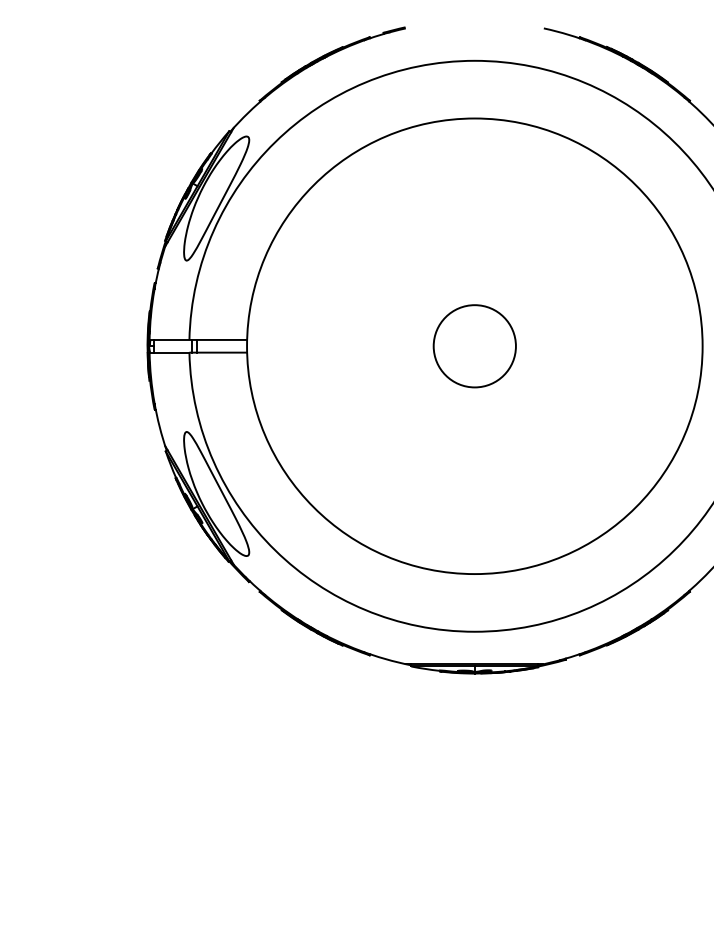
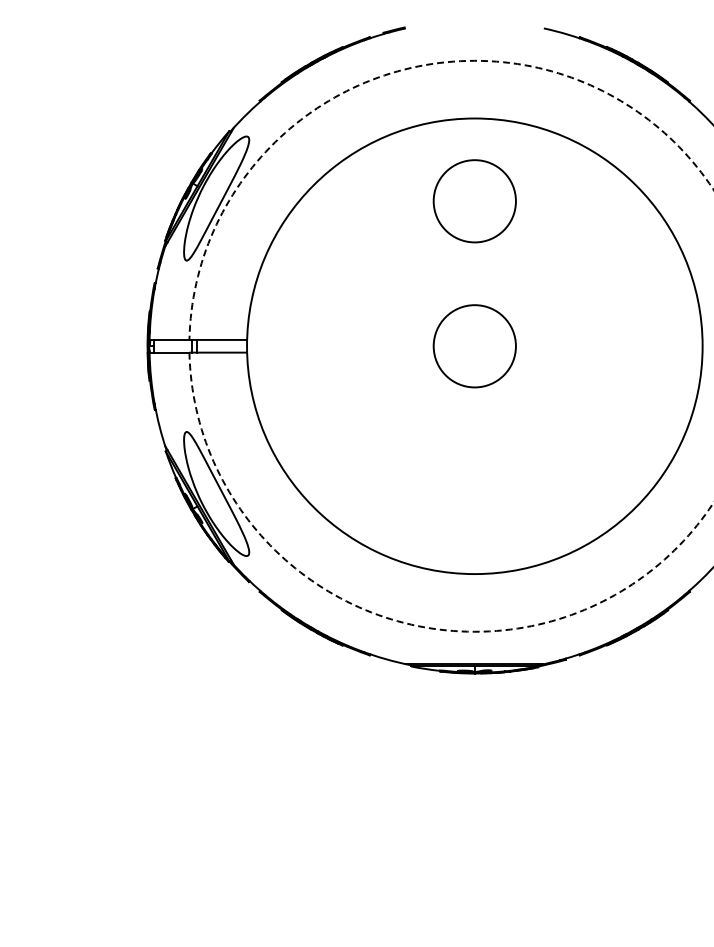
arc at (396, 71): solid -> dashed
circle at (474, 201): none -> present
arc at (396, 620): solid -> dashed
